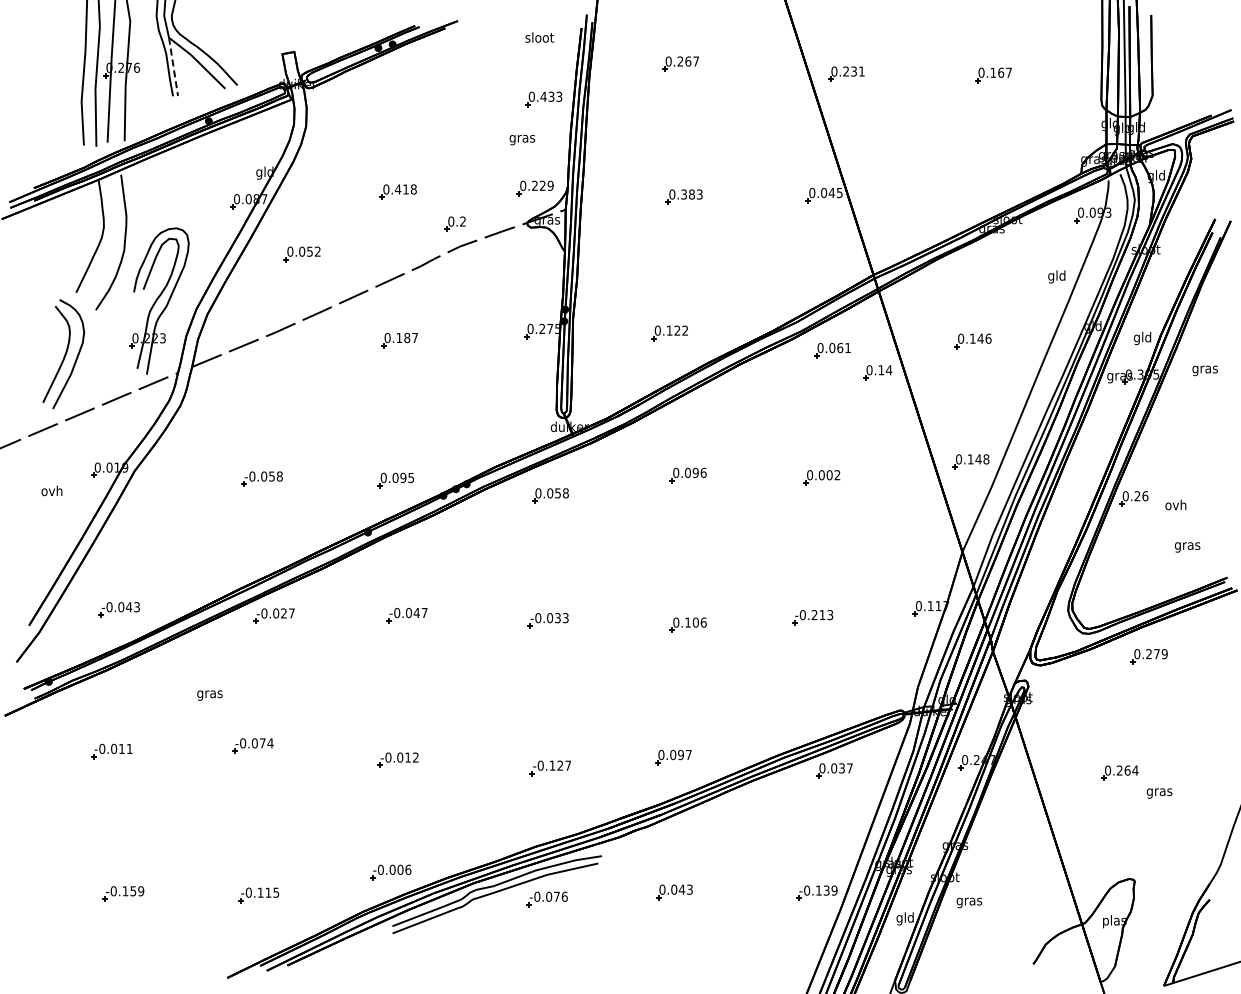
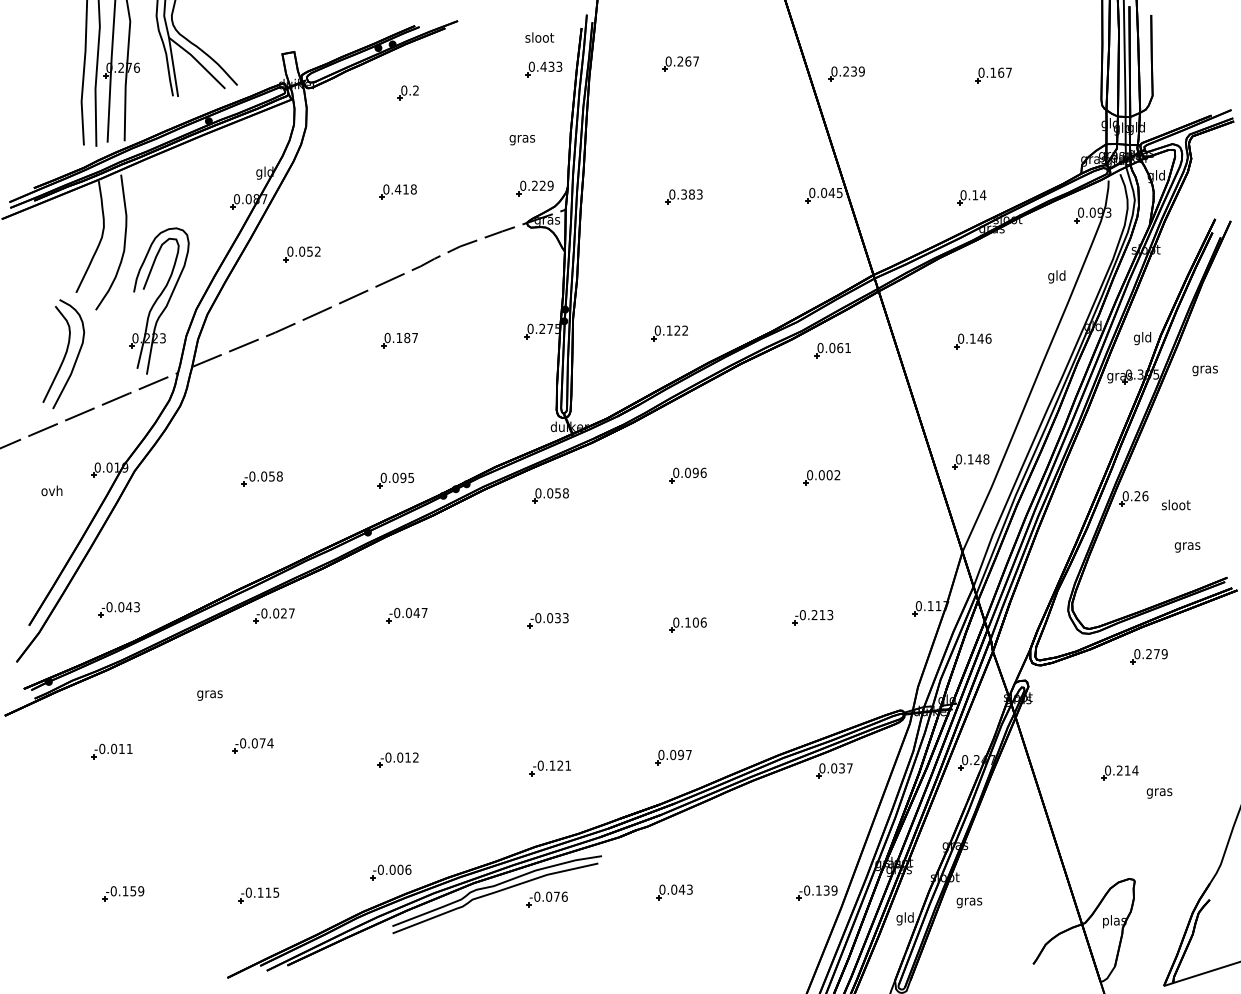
line at (173, 67): dashed -> solid
text at (861, 71): 0.231 -> 0.239
part at (543, 99) position: (543, 99) -> (543, 69)
part at (454, 223) position: (454, 223) -> (407, 92)
part at (877, 372) position: (877, 372) -> (971, 197)
text at (1175, 504): ovh -> sloot
text at (567, 765): -0.127 -> -0.121
text at (1127, 770): 0.264 -> 0.214
